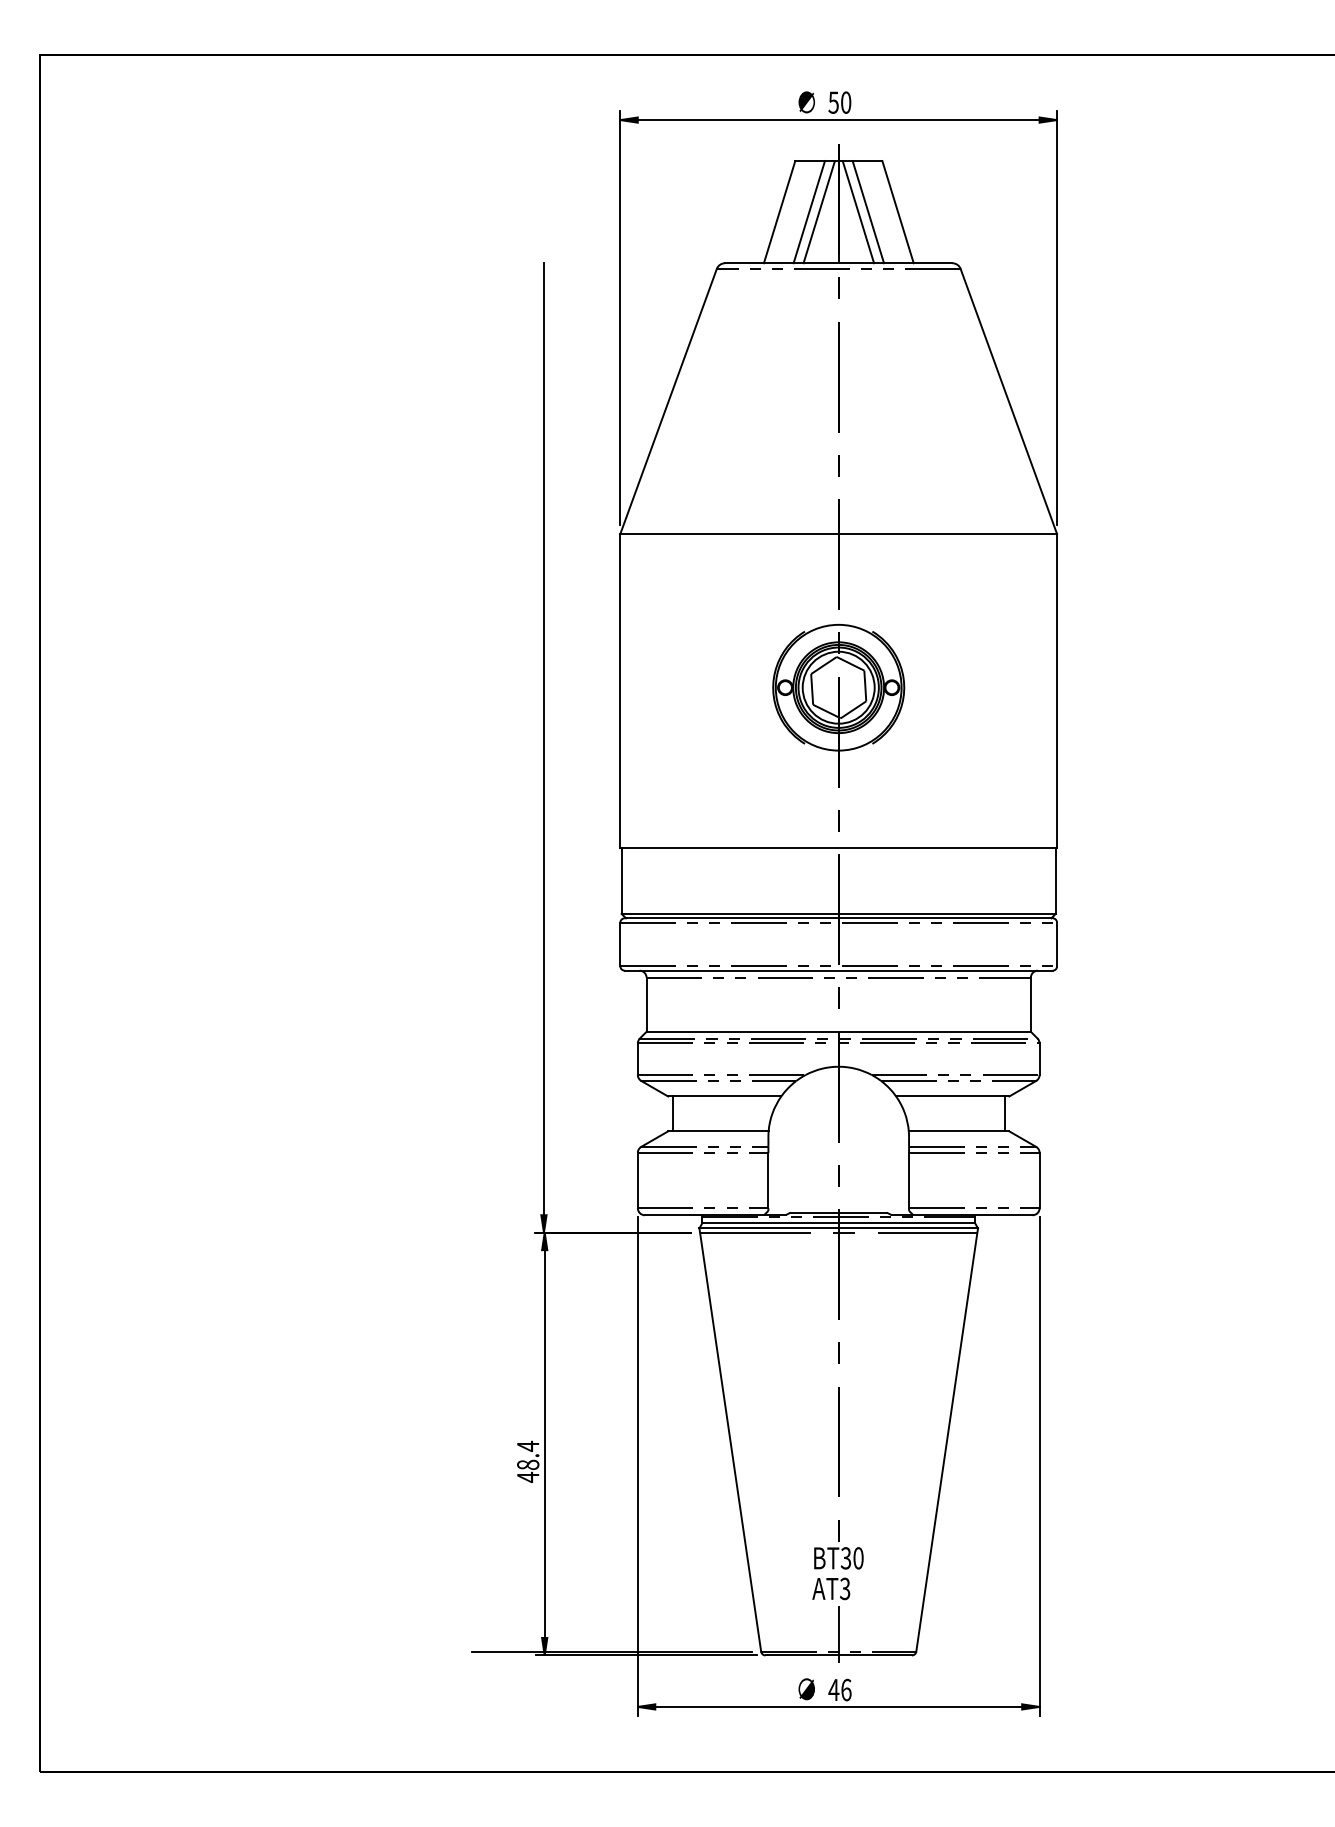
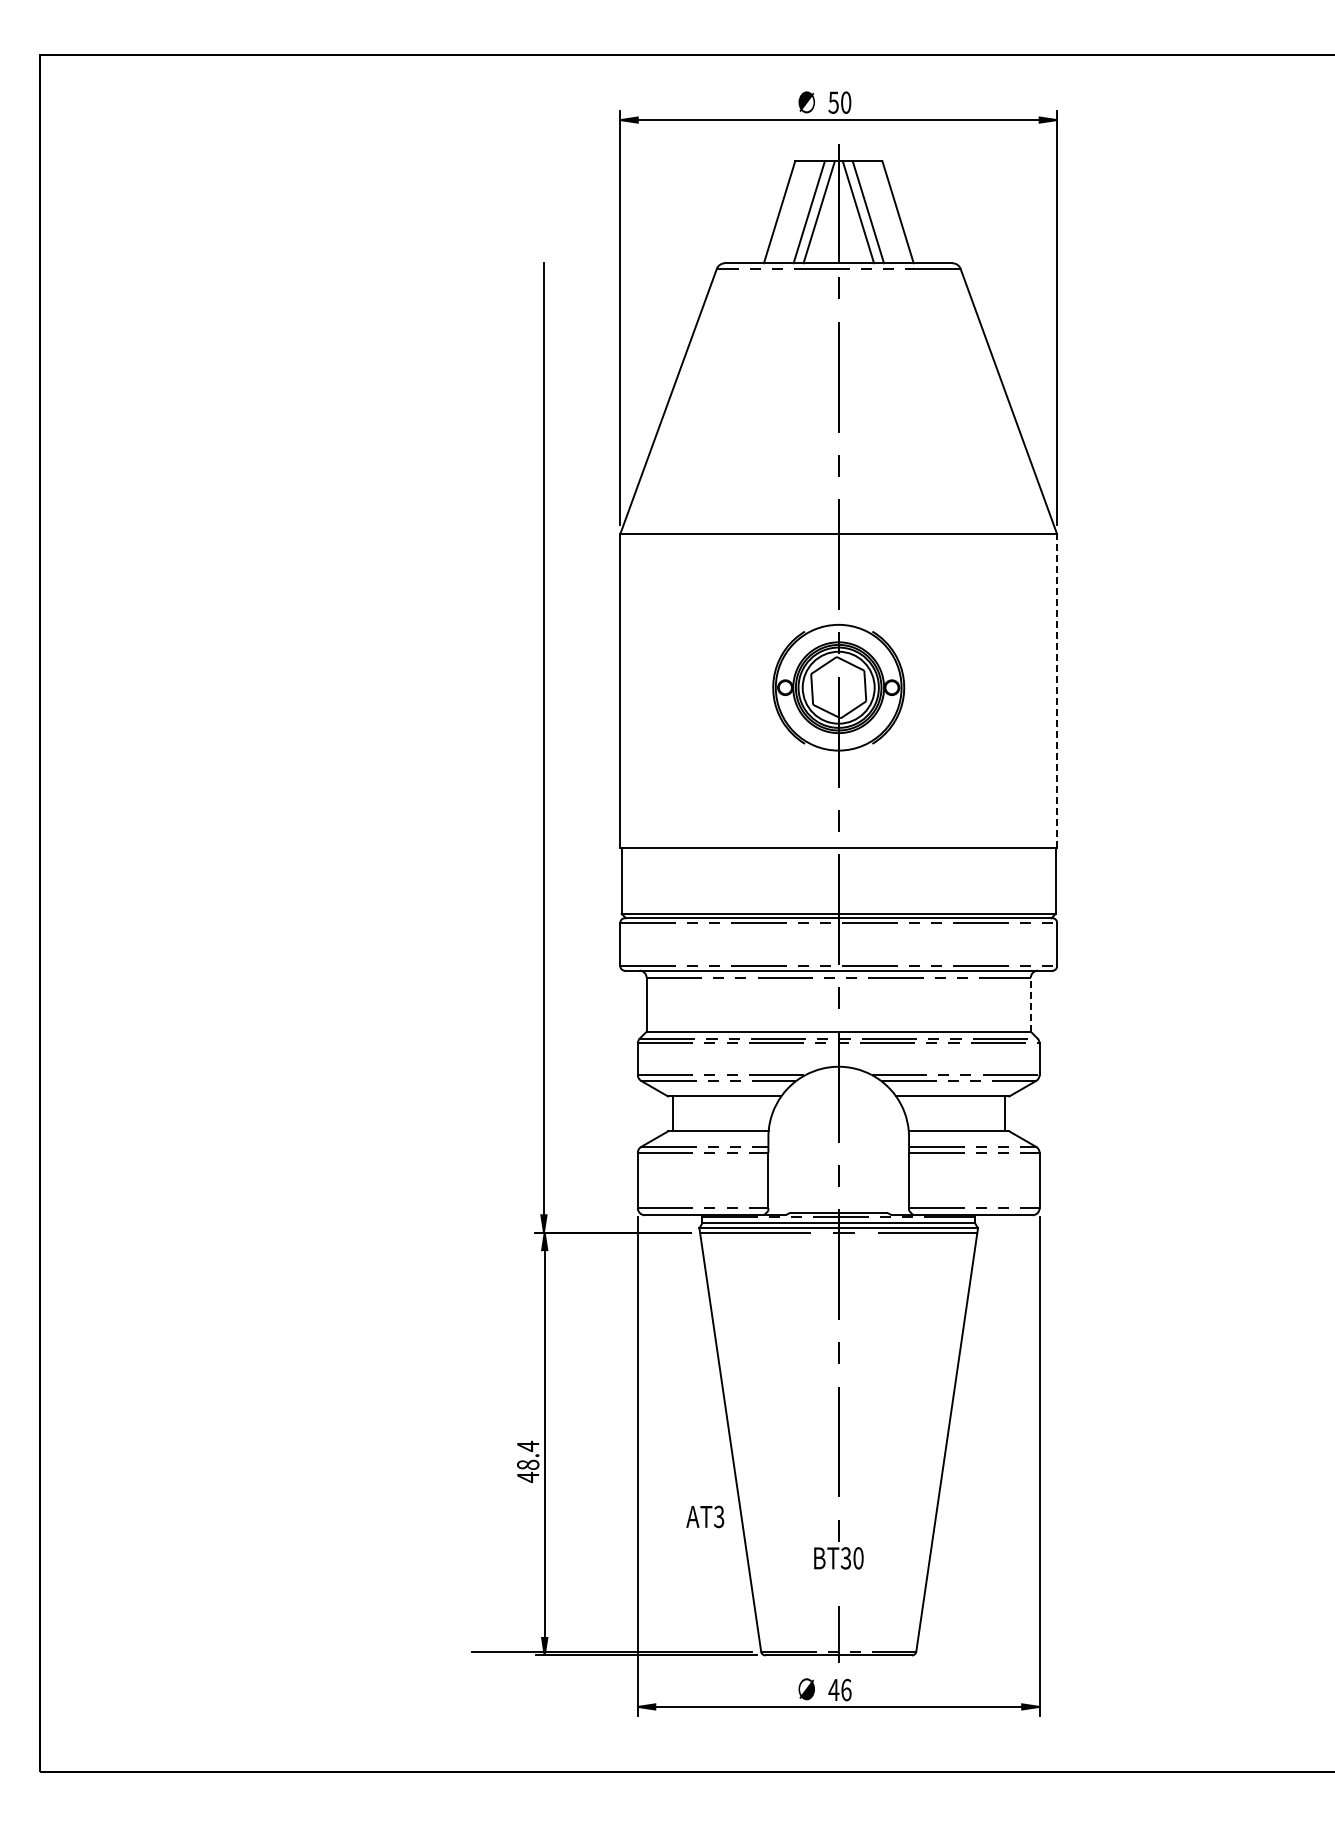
line at (1057, 690): solid -> dashed
line at (1030, 1004): solid -> dashed
text at (831, 1588) position: (831, 1588) -> (705, 1516)
